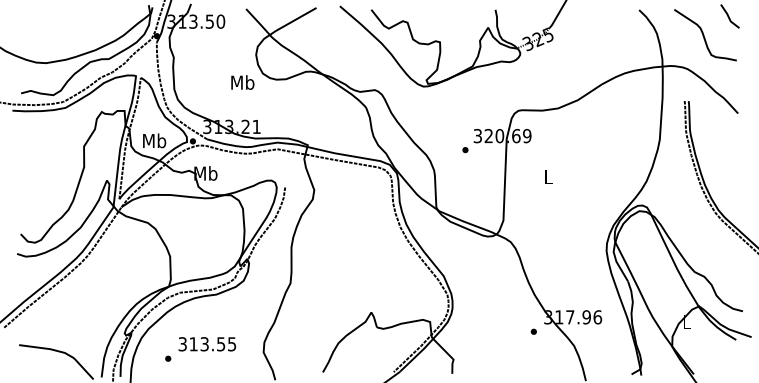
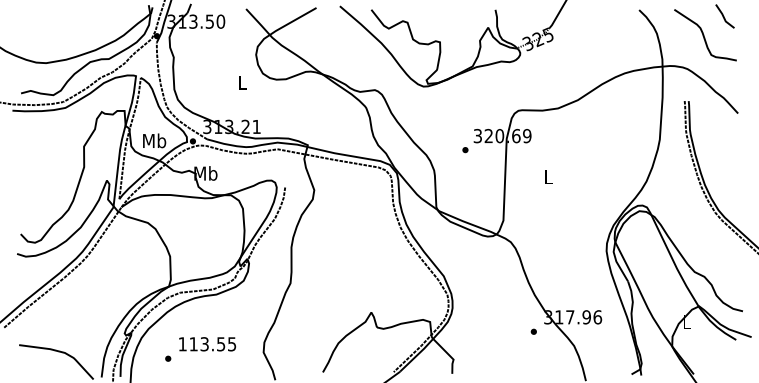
line at (729, 16) position: (729, 16) -> (724, 16)
text at (242, 82): Mb -> L
text at (182, 344): 313.55 -> 113.55
